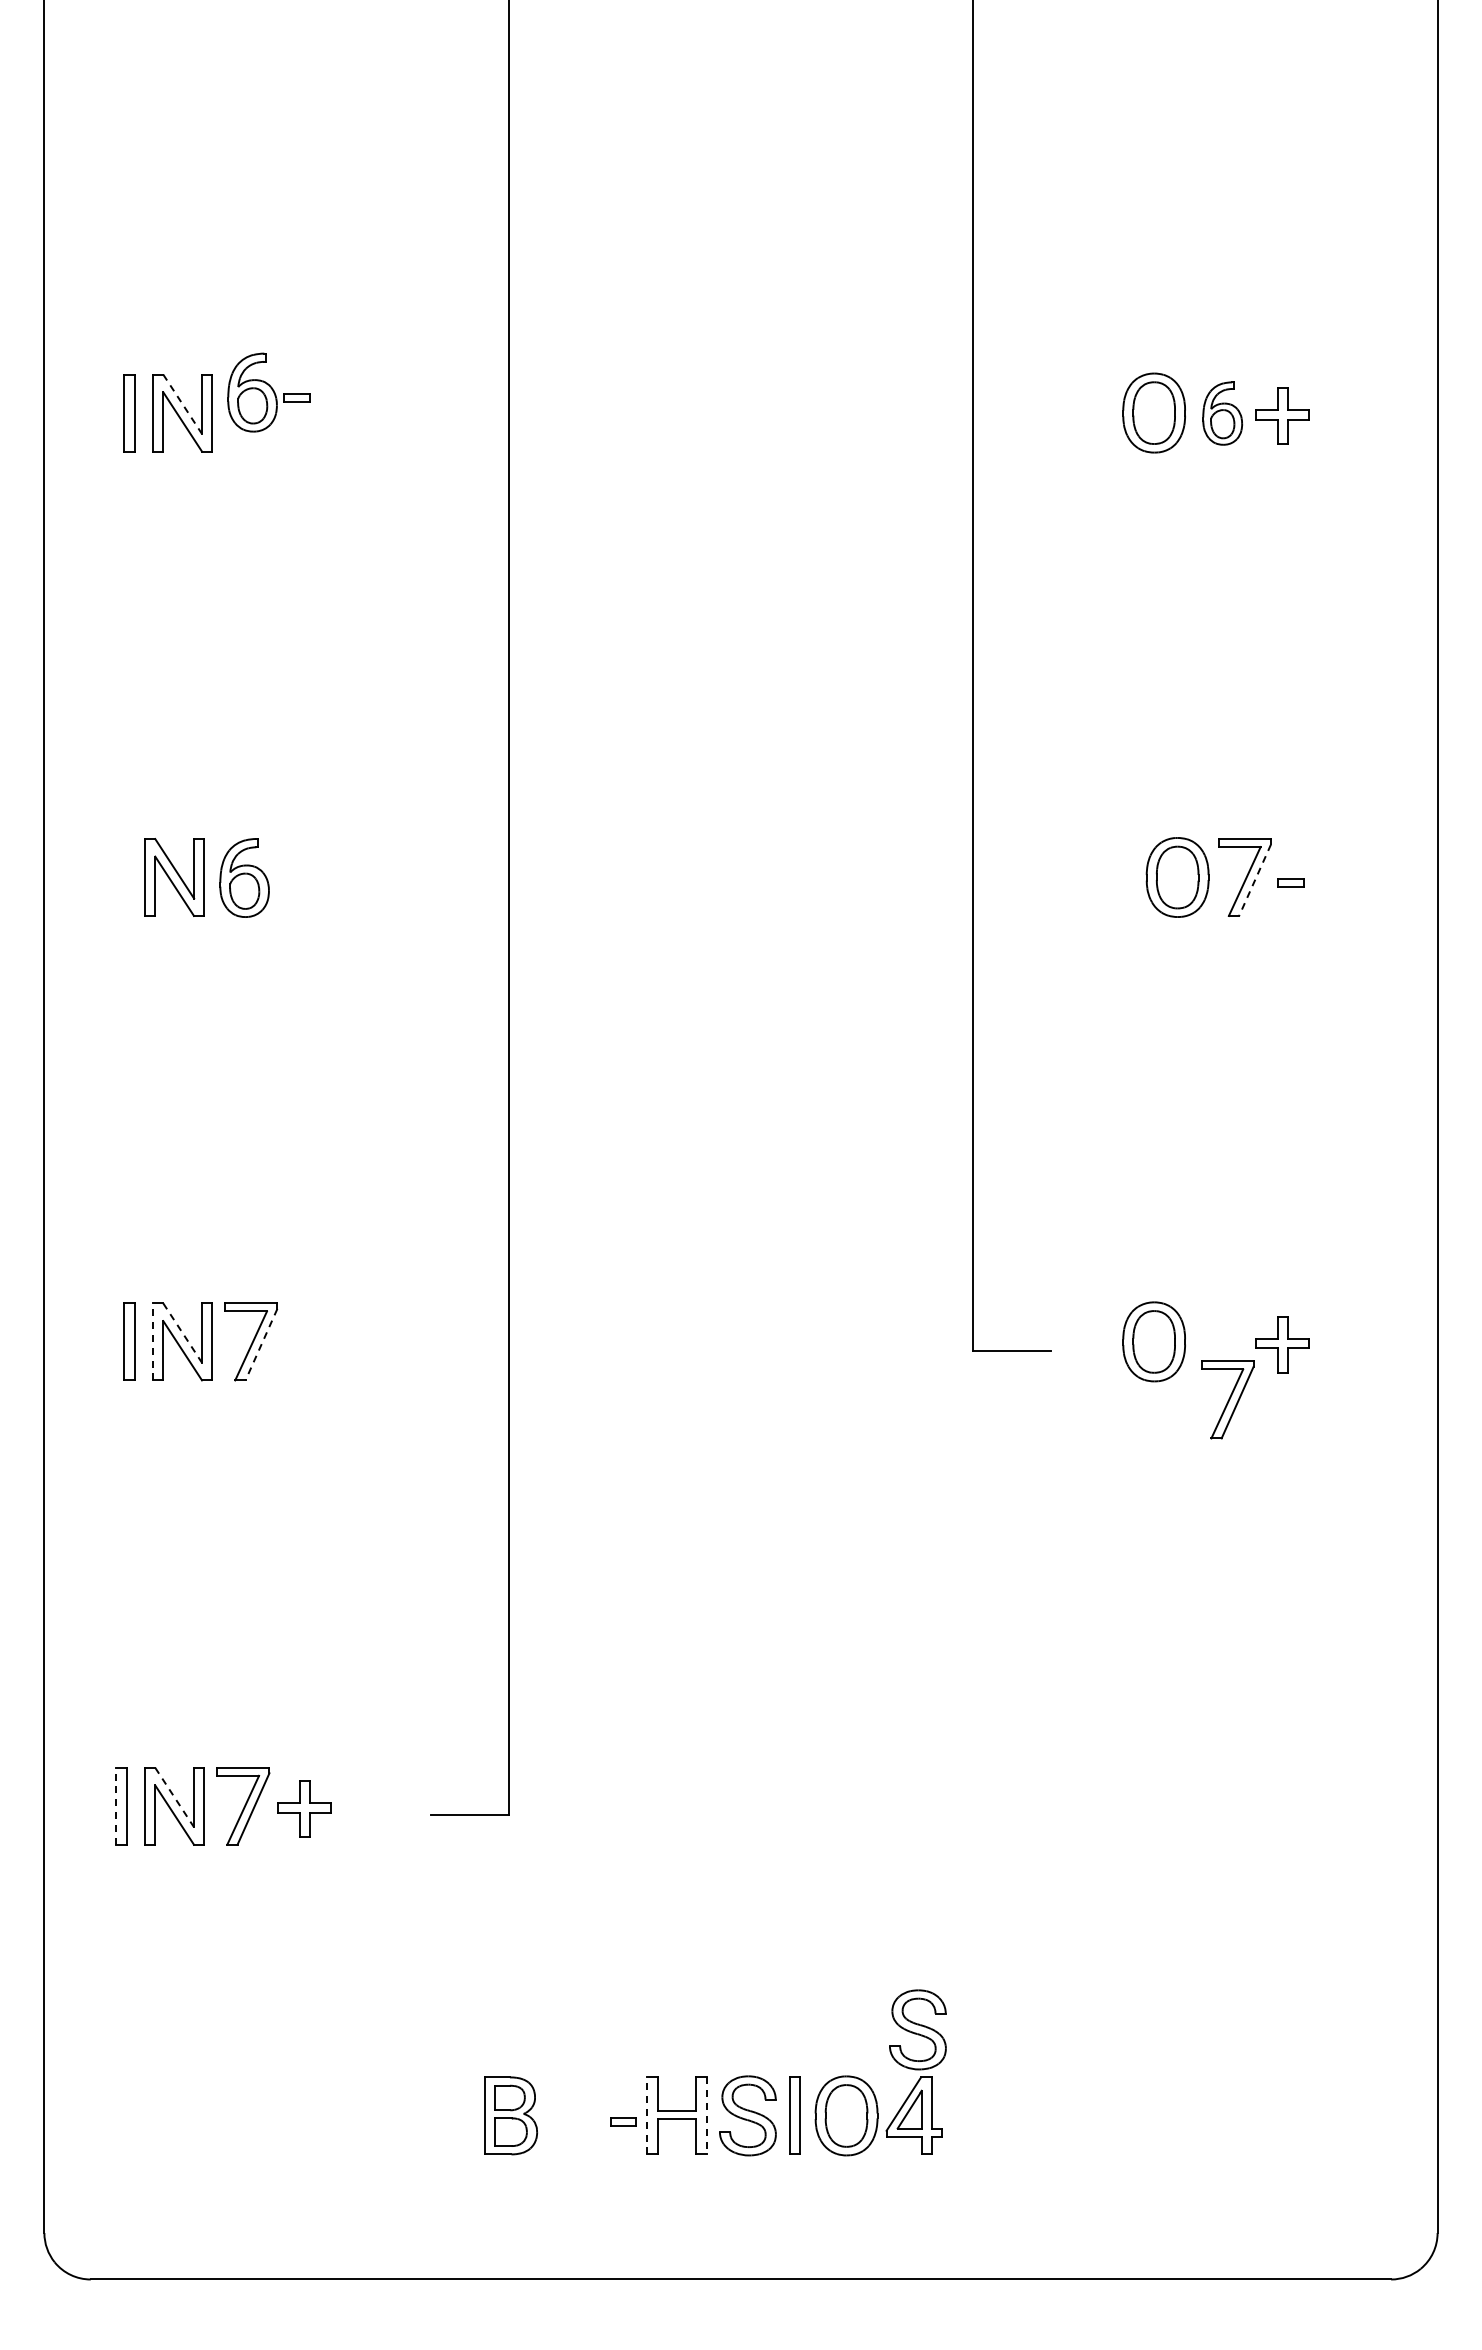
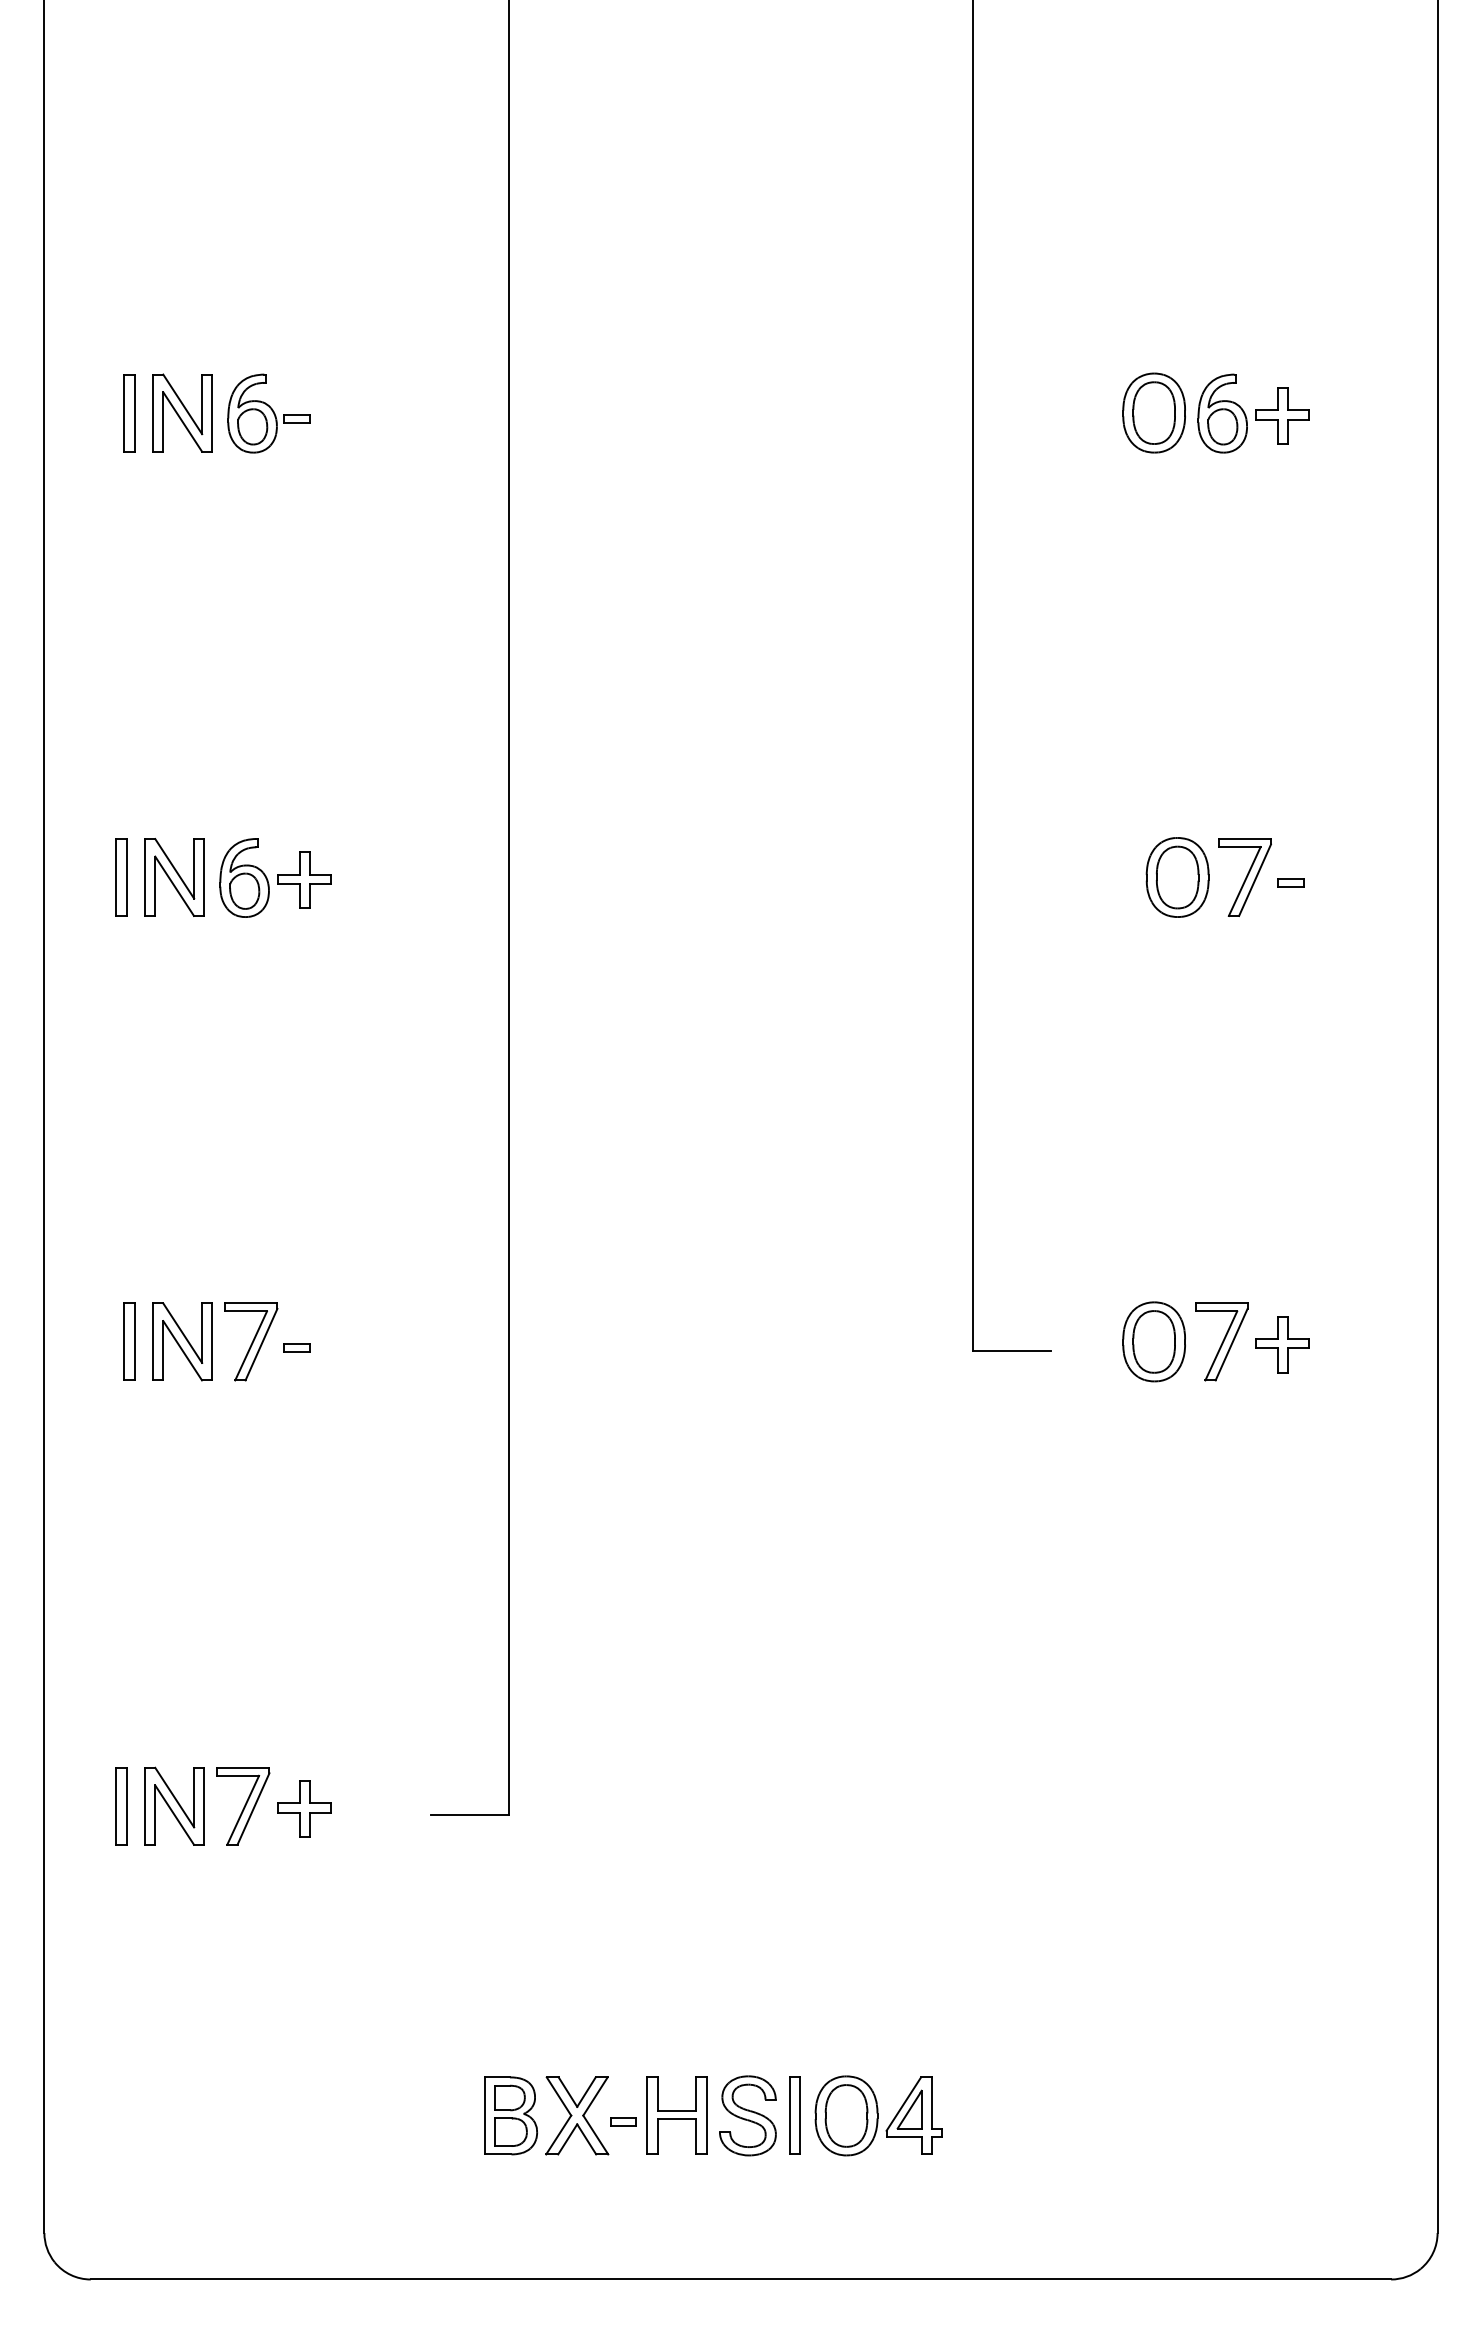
part at (268, 392) position: (268, 392) -> (268, 413)
line at (182, 404): dashed -> solid
part at (1222, 413) size: 42x65 px -> 51x81 px
part at (121, 877): none -> present
part at (304, 879): none -> present
line at (1254, 880): dashed -> solid
line at (182, 1333): dashed -> solid
line at (153, 1341): dashed -> solid
line at (261, 1345): dashed -> solid
part at (296, 1347): none -> present
part at (1227, 1399) position: (1227, 1399) -> (1221, 1341)
line at (174, 1797): dashed -> solid
line at (116, 1805): dashed -> solid
part at (917, 2029): present -> none
part at (577, 2115): none -> present
line at (647, 2115): dashed -> solid
line at (706, 2116): dashed -> solid
